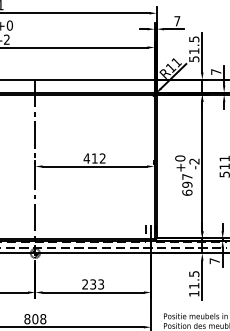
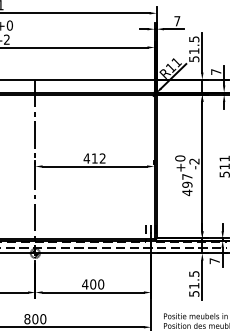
text at (187, 192): 697 -> 497
text at (93, 284): 233 -> 400
text at (194, 293): 11.5 -> 51.5
text at (43, 319): 808 -> 800
